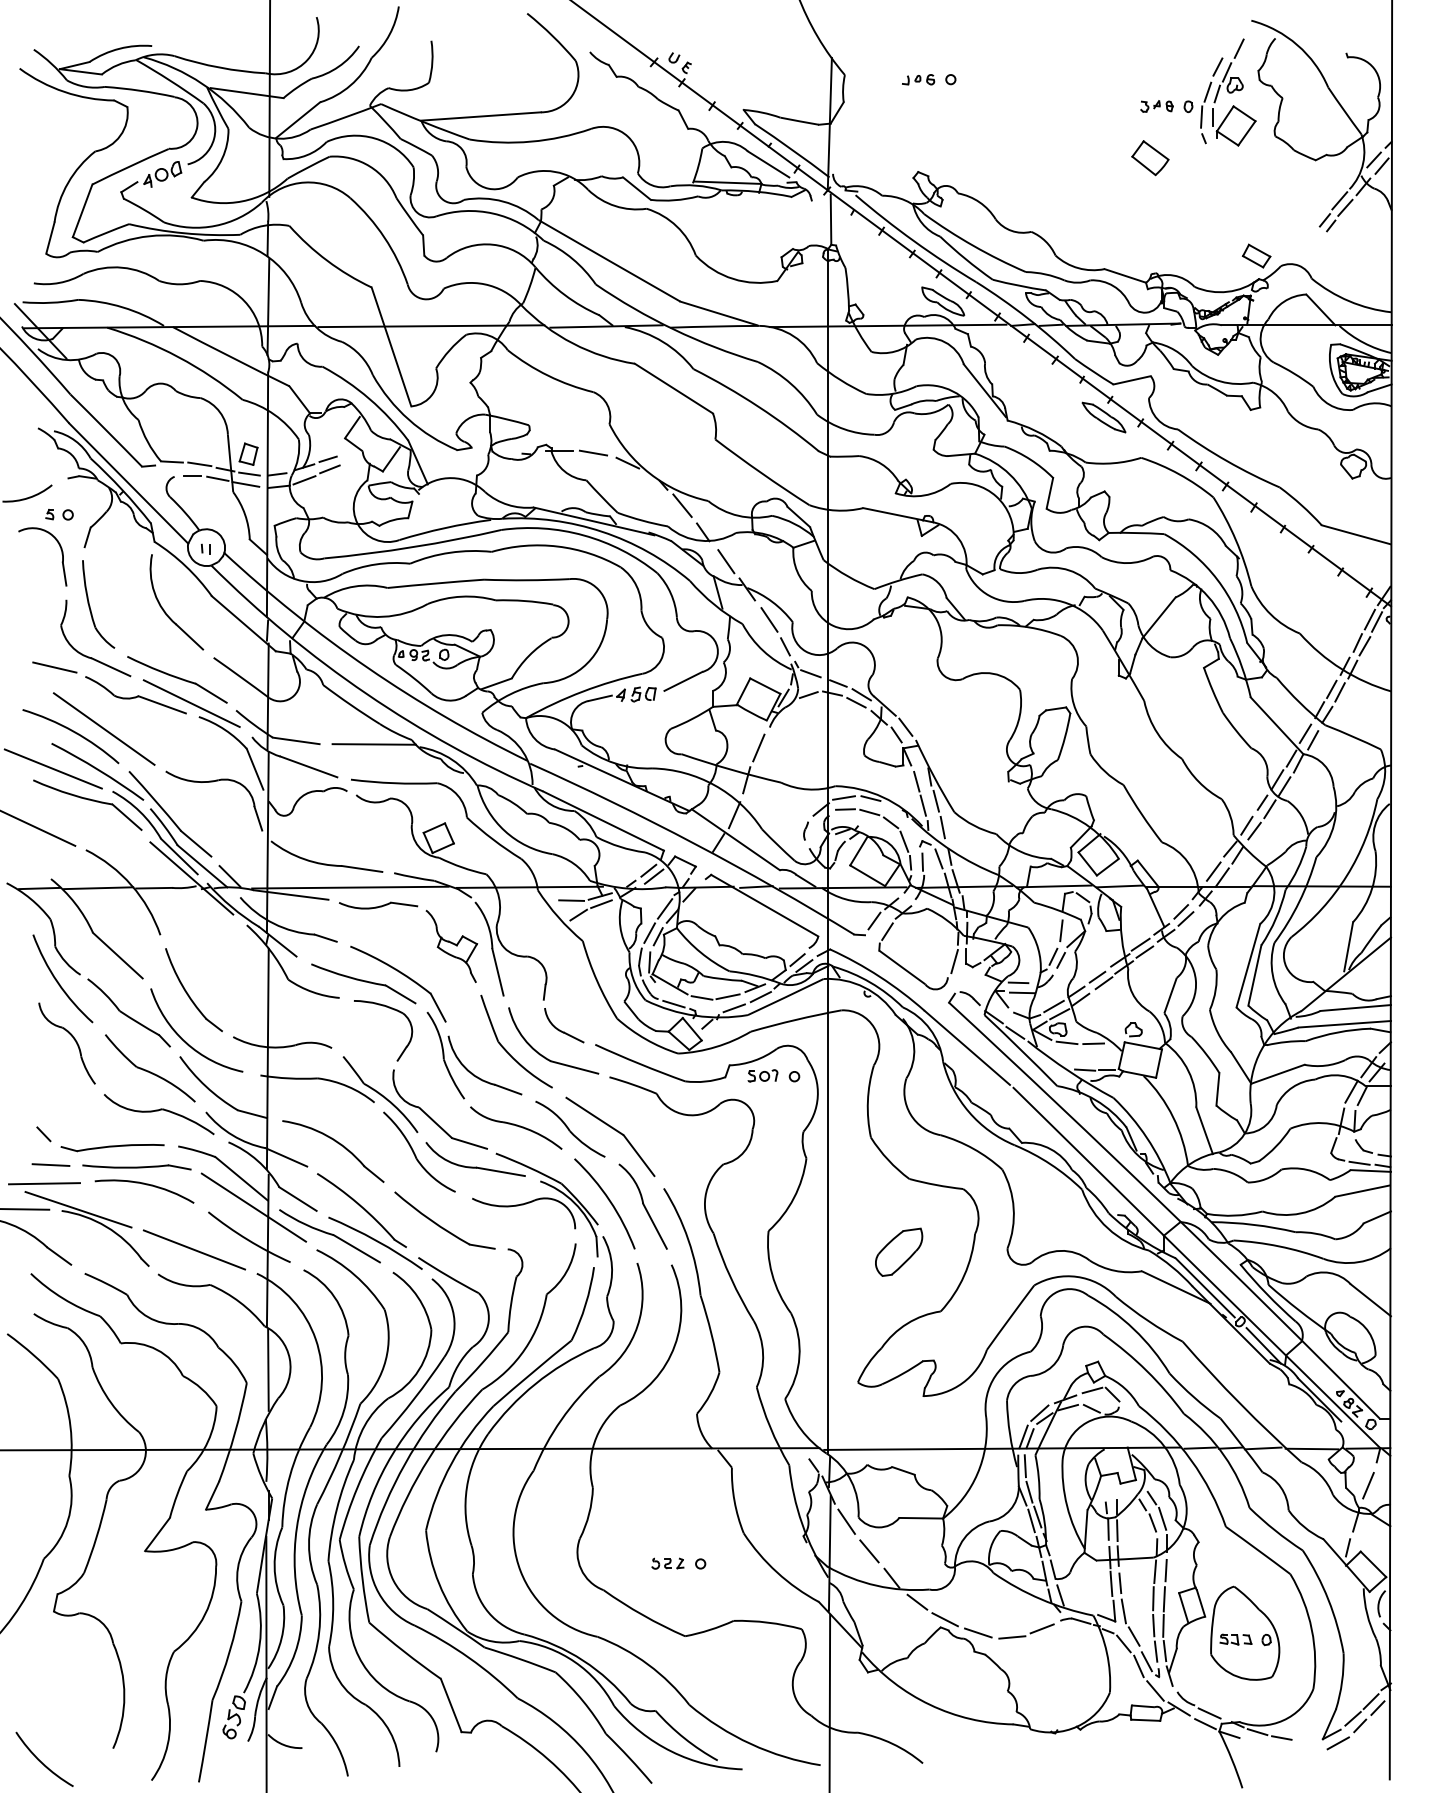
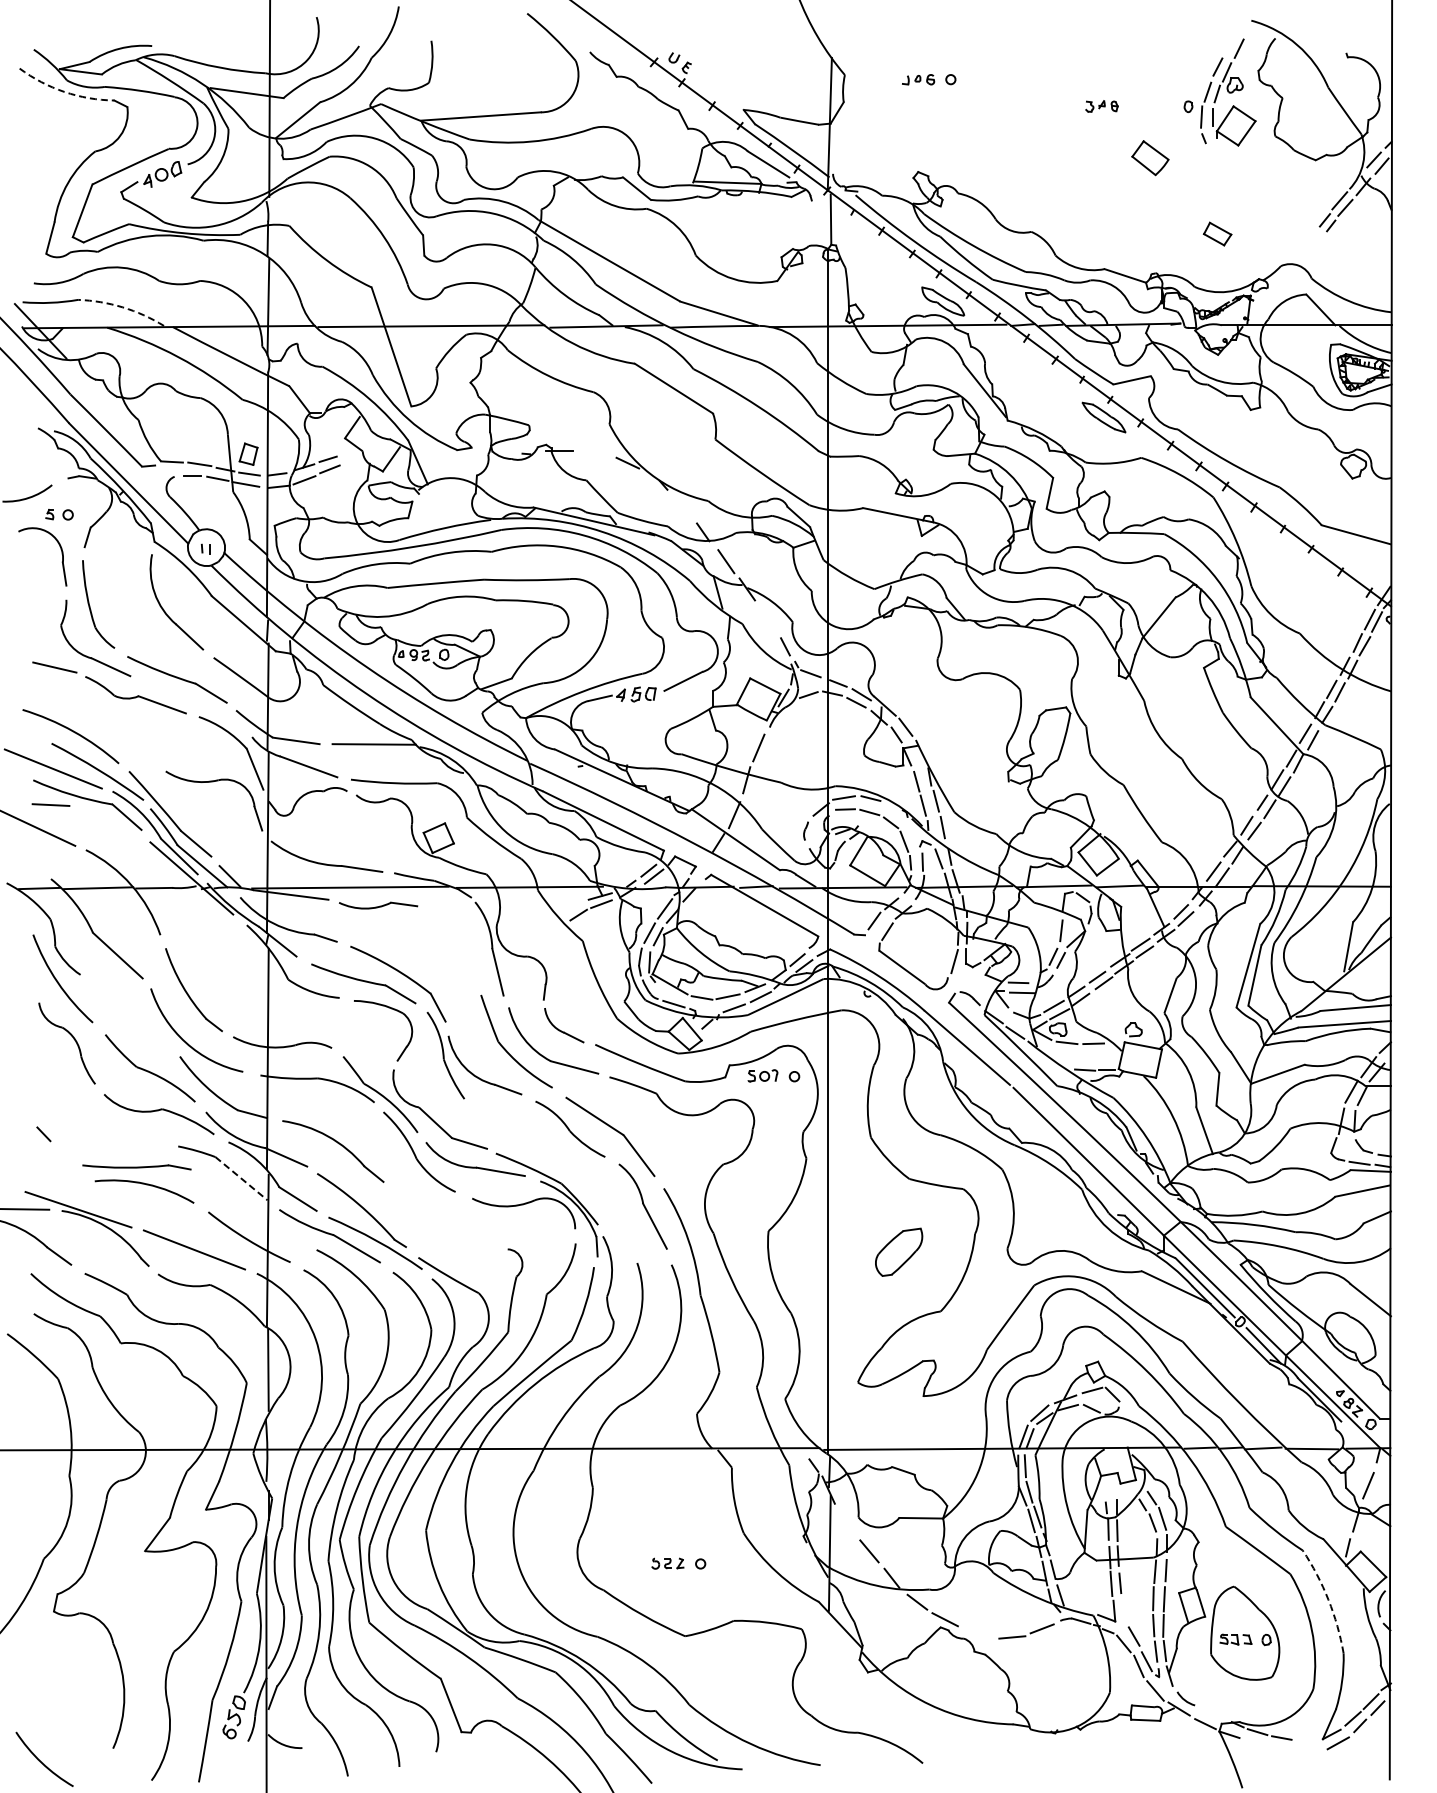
arc at (64, 91): solid -> dashed
part at (1156, 106) position: (1156, 106) -> (1101, 106)
part at (1256, 255) position: (1256, 255) -> (1217, 233)
arc at (122, 307): solid -> dashed
line at (593, 452): present -> none
line at (682, 505): present -> none
line at (769, 619): present -> none
line at (191, 703): present -> none
line at (103, 728): present -> none
line at (571, 900): present -> none
part at (451, 946): present -> none
part at (128, 1012): present -> none
part at (516, 1127): present -> none
part at (112, 1148): present -> none
line at (50, 1164) position: (50, 1164) -> (50, 804)
line at (241, 1178): solid -> dashed
line at (44, 1183): present -> none
arc at (607, 1199): present -> none
line at (253, 1207): present -> none
part at (440, 1225): present -> none
line at (846, 1521): present -> none
arc at (1328, 1599): solid -> dashed
line at (1123, 1611): present -> none
line at (978, 1632): present -> none
line at (829, 1701): present -> none
line at (1209, 1713): present -> none
